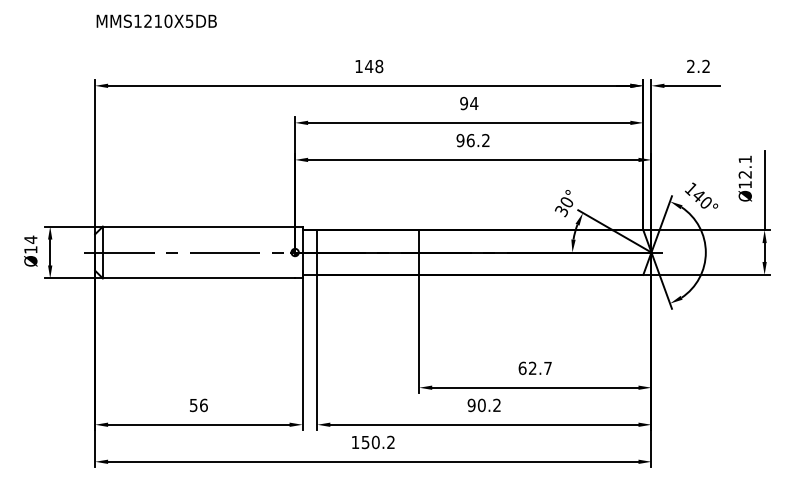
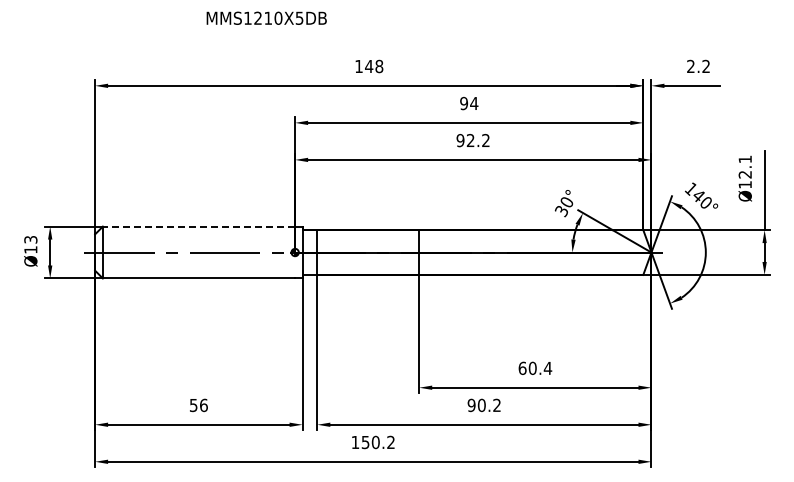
text at (156, 20) position: (156, 20) -> (266, 17)
text at (470, 140): 96.2 -> 92.2
line at (198, 226): solid -> dashed
text at (30, 239): Ø14 -> Ø13
text at (540, 367): 62.7 -> 60.4
